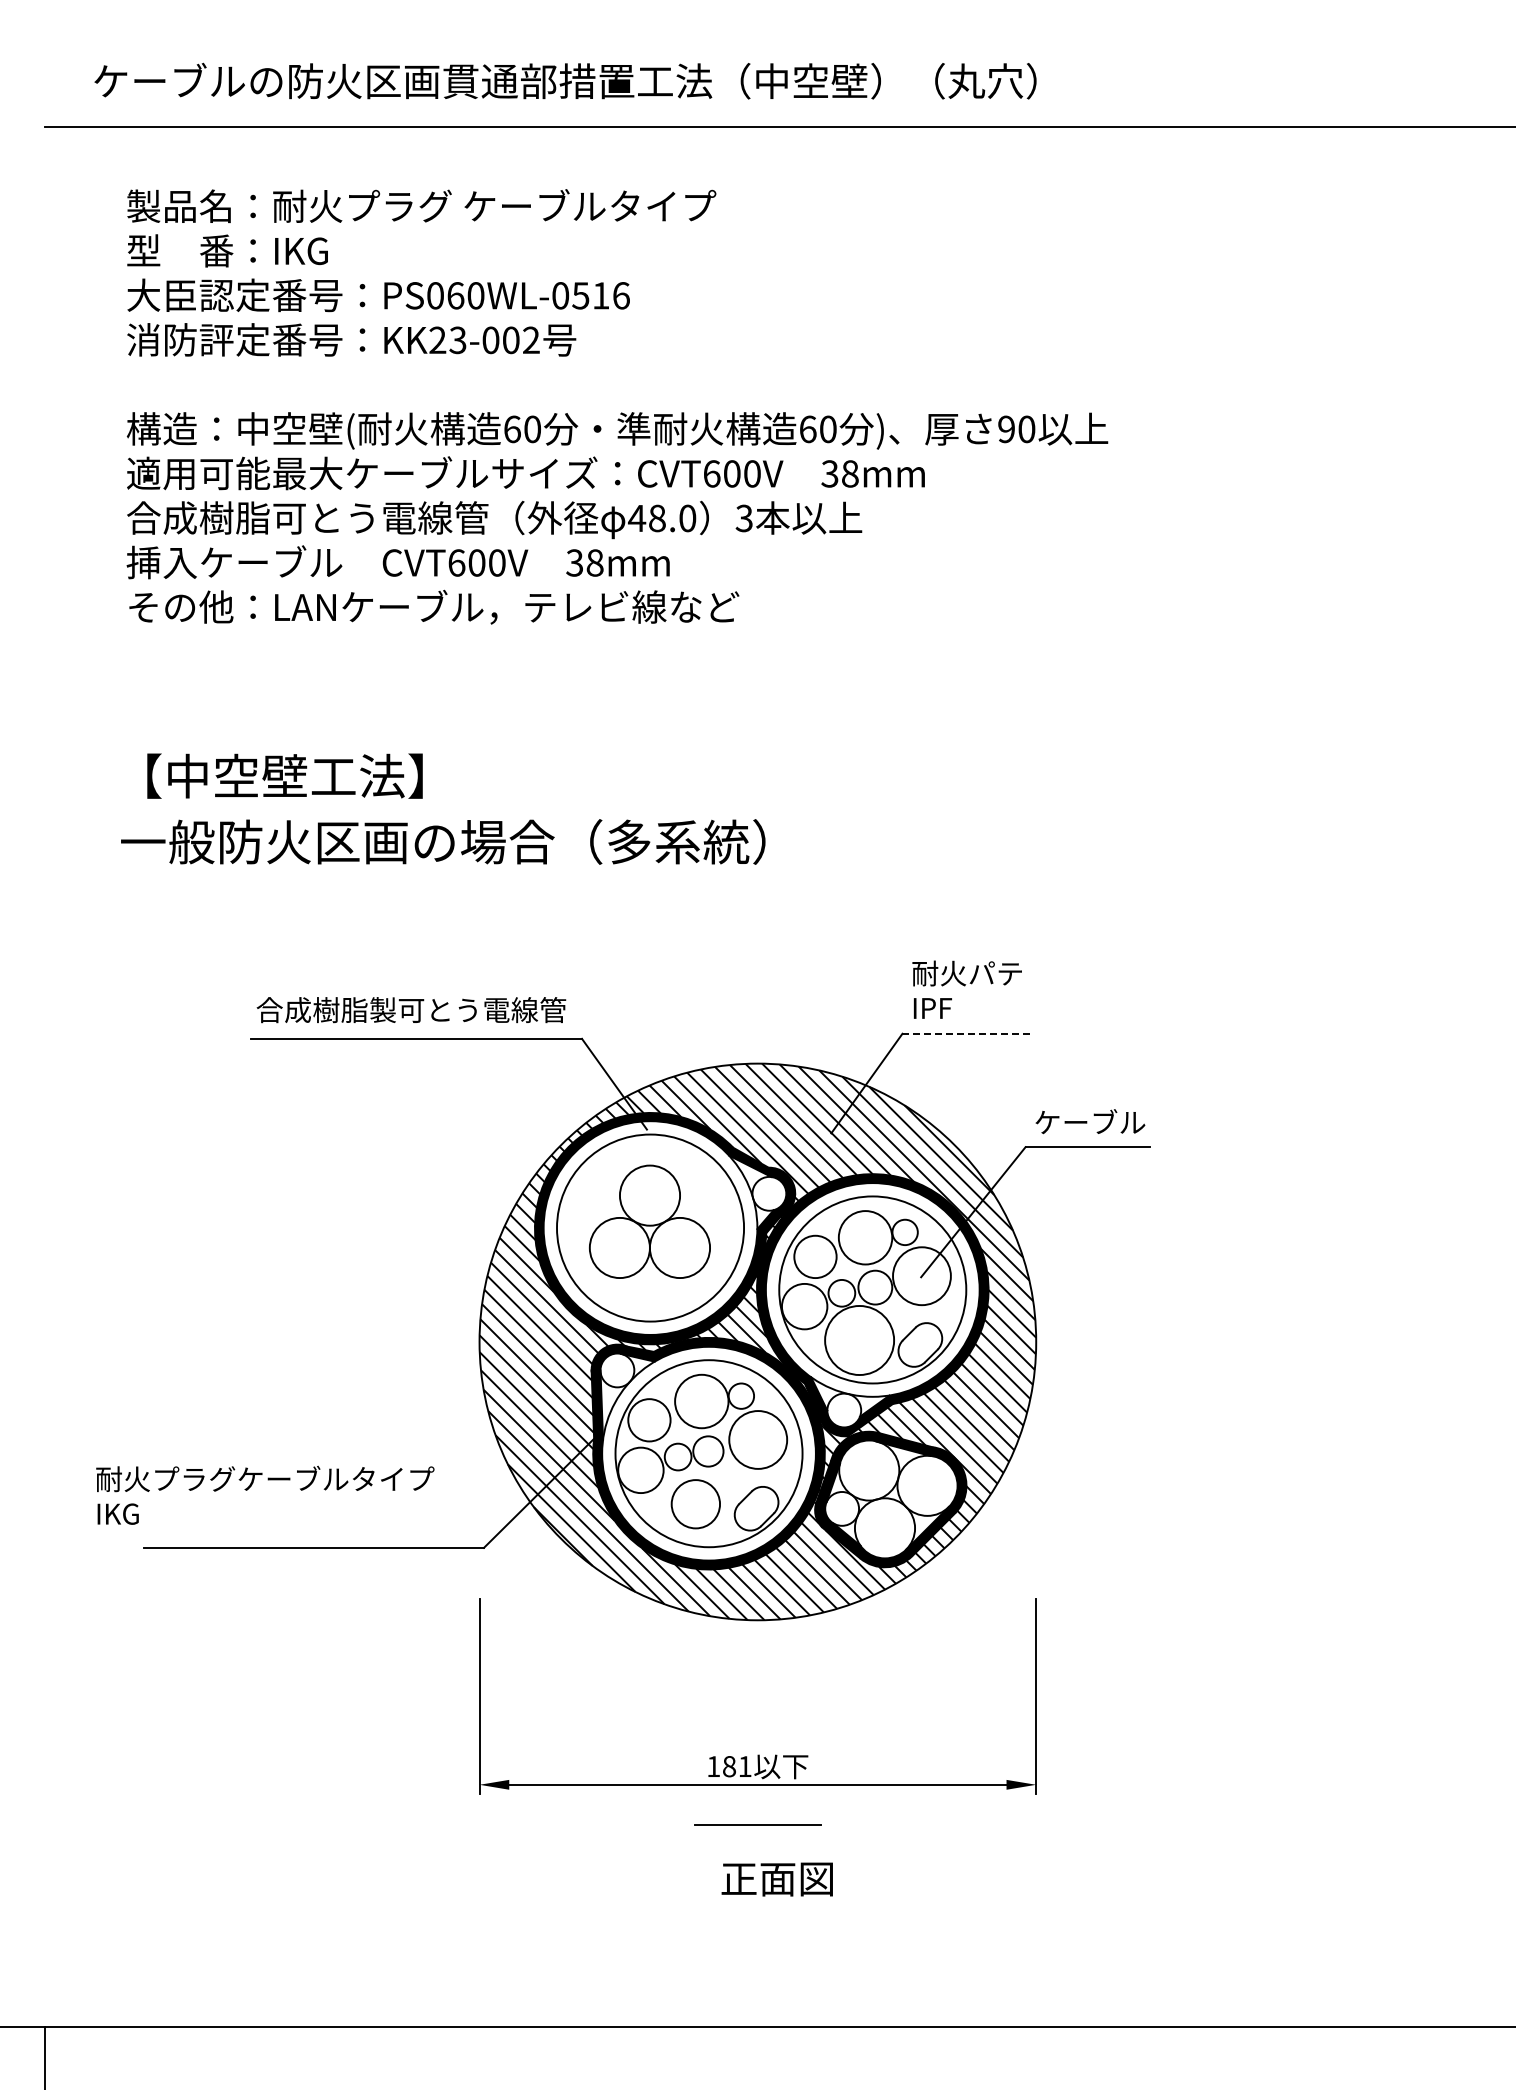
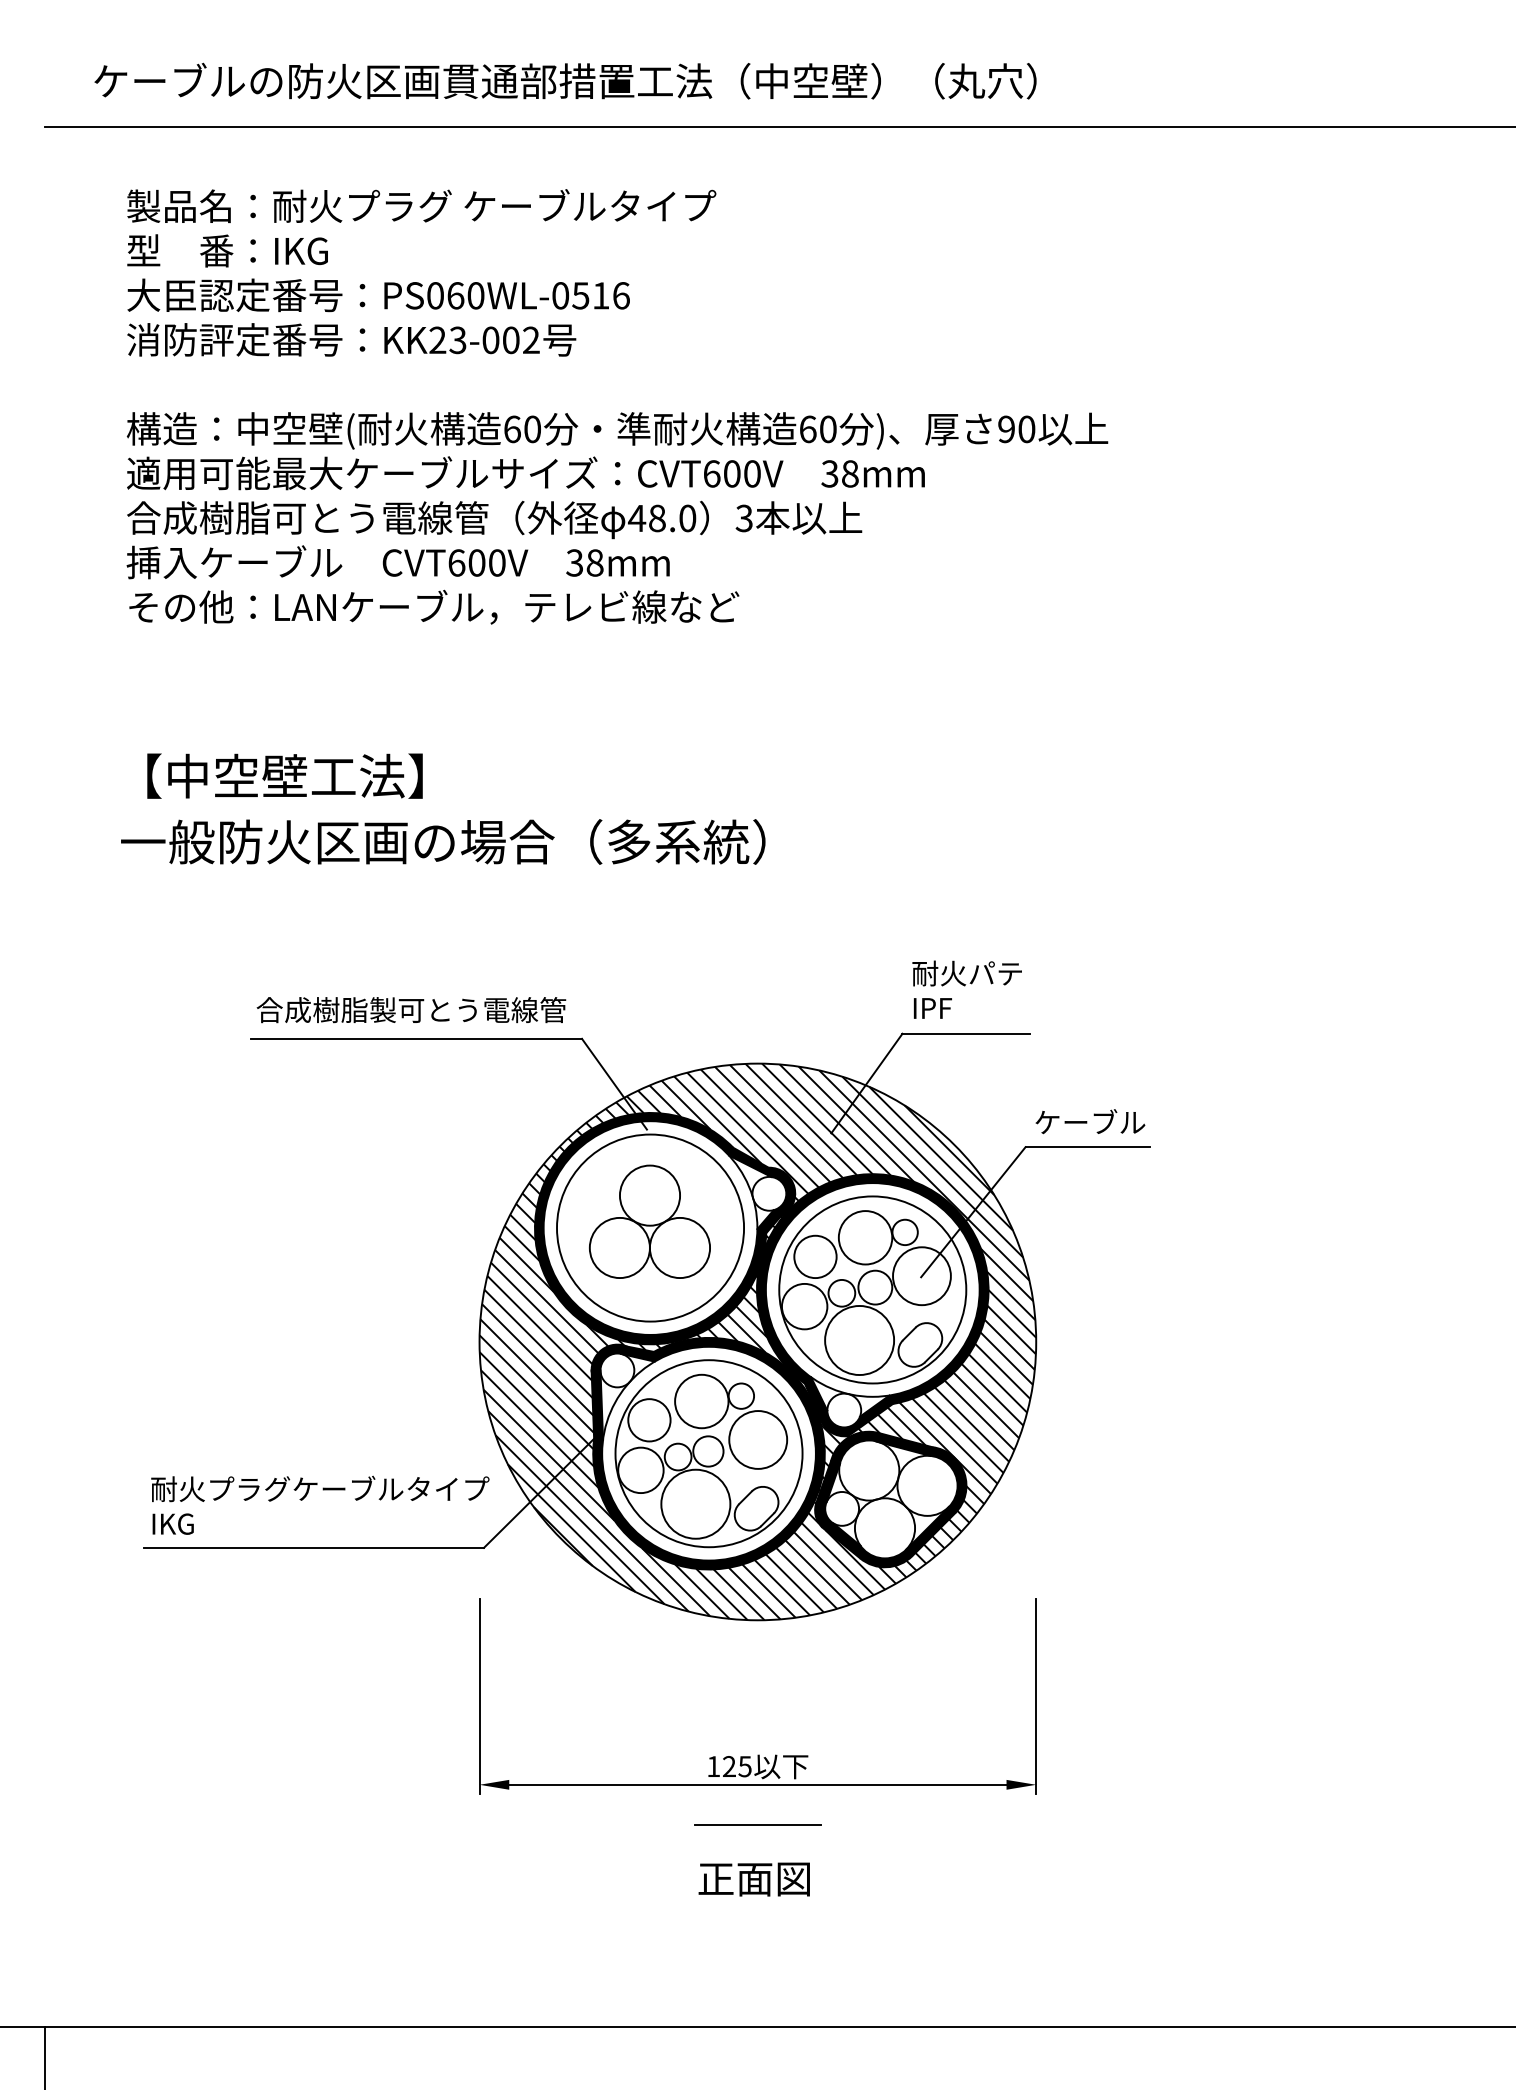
line at (966, 1033): dashed -> solid
text at (265, 1494) position: (265, 1494) -> (320, 1504)
circle at (695, 1504) diameter: 48 px -> 69 px
text at (737, 1766): 181 -> 125
text at (776, 1879) position: (776, 1879) -> (753, 1879)
